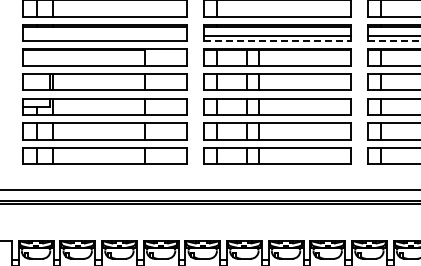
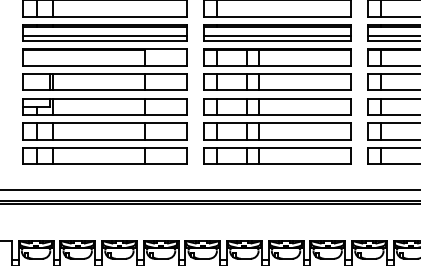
line at (105, 36): none -> present
line at (277, 41): dashed -> solid
line at (394, 41): dashed -> solid
